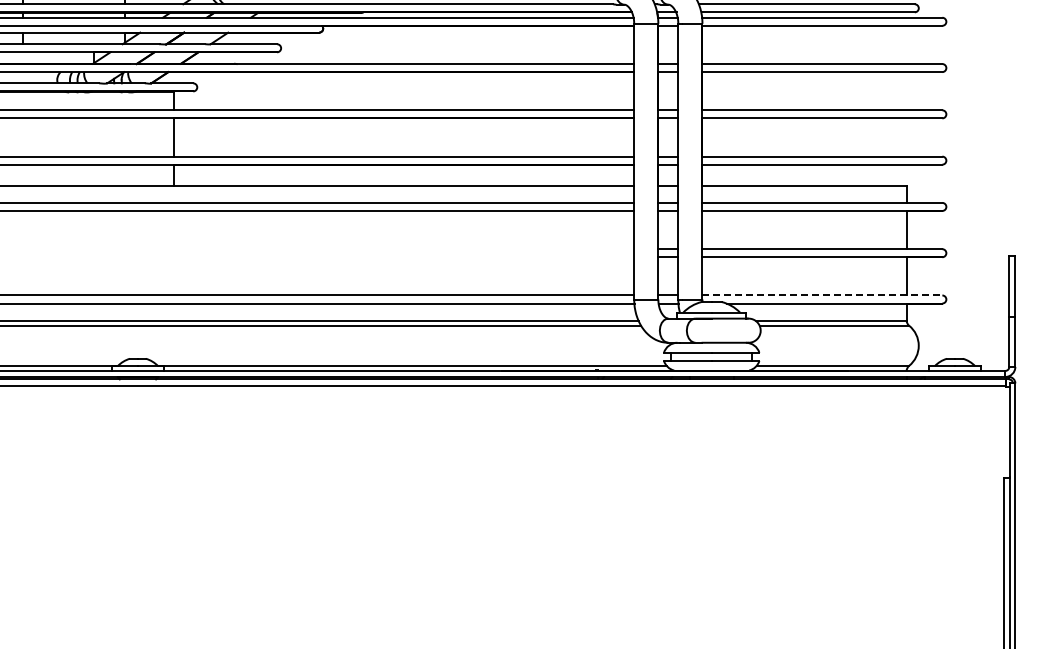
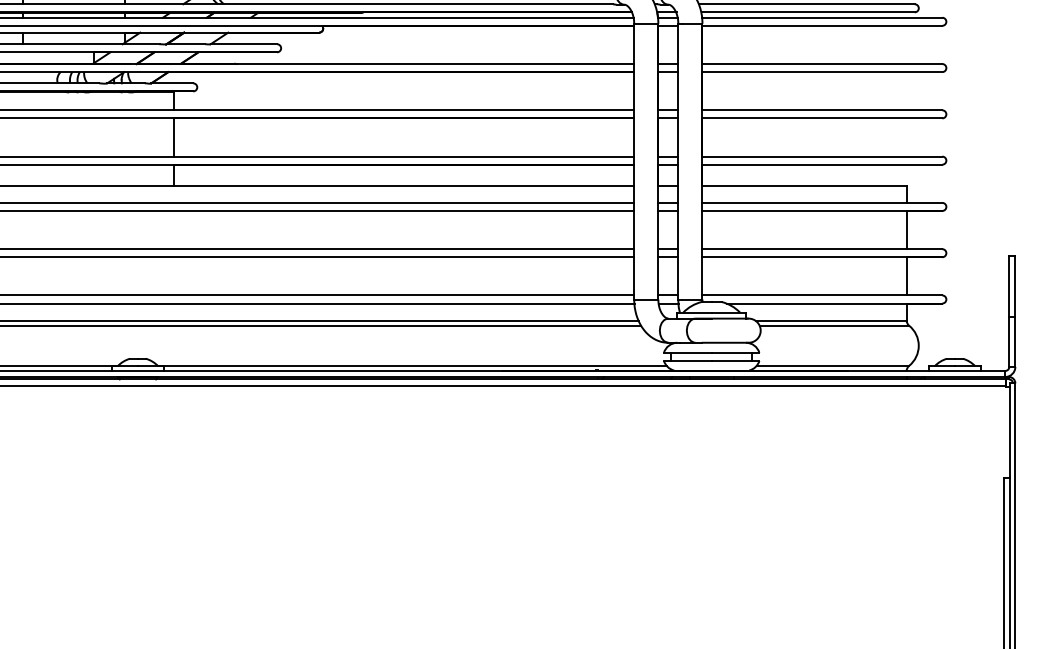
line at (318, 249): none -> present
line at (318, 257): none -> present
line at (822, 295): dashed -> solid
